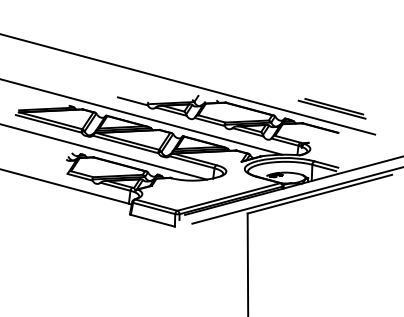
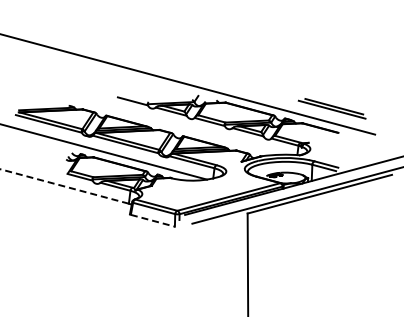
line at (142, 116): present -> none
line at (64, 186): solid -> dashed
line at (152, 220): solid -> dashed
